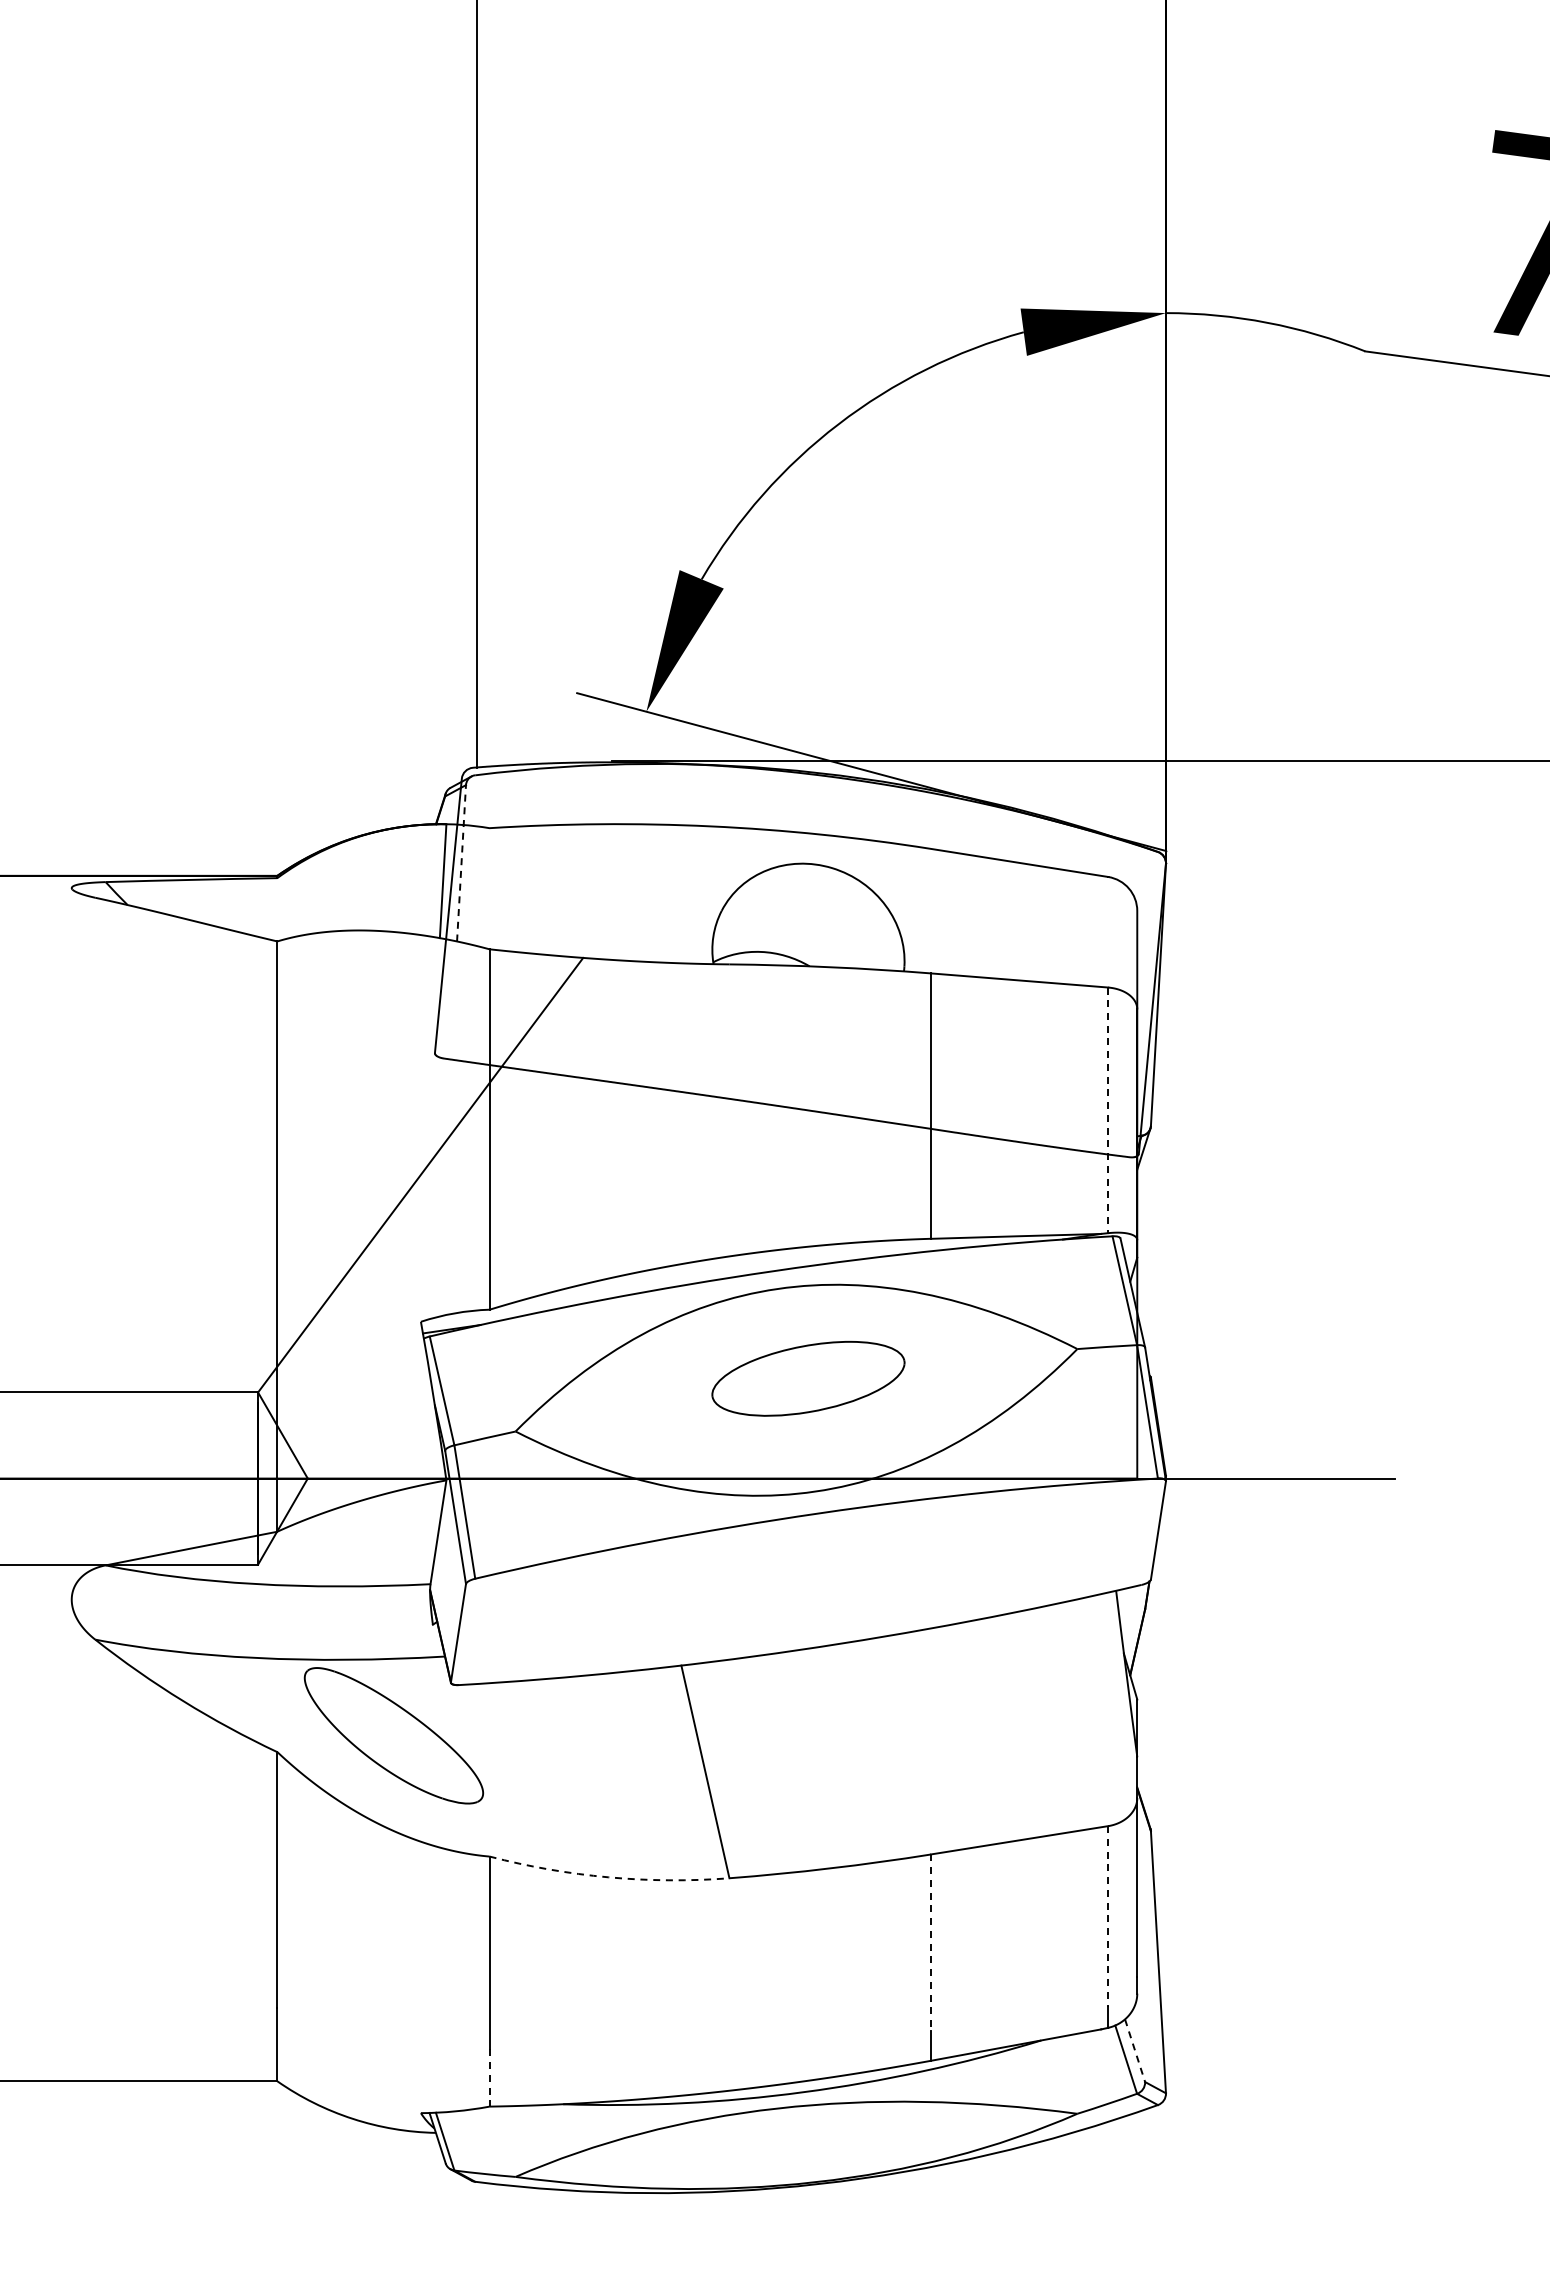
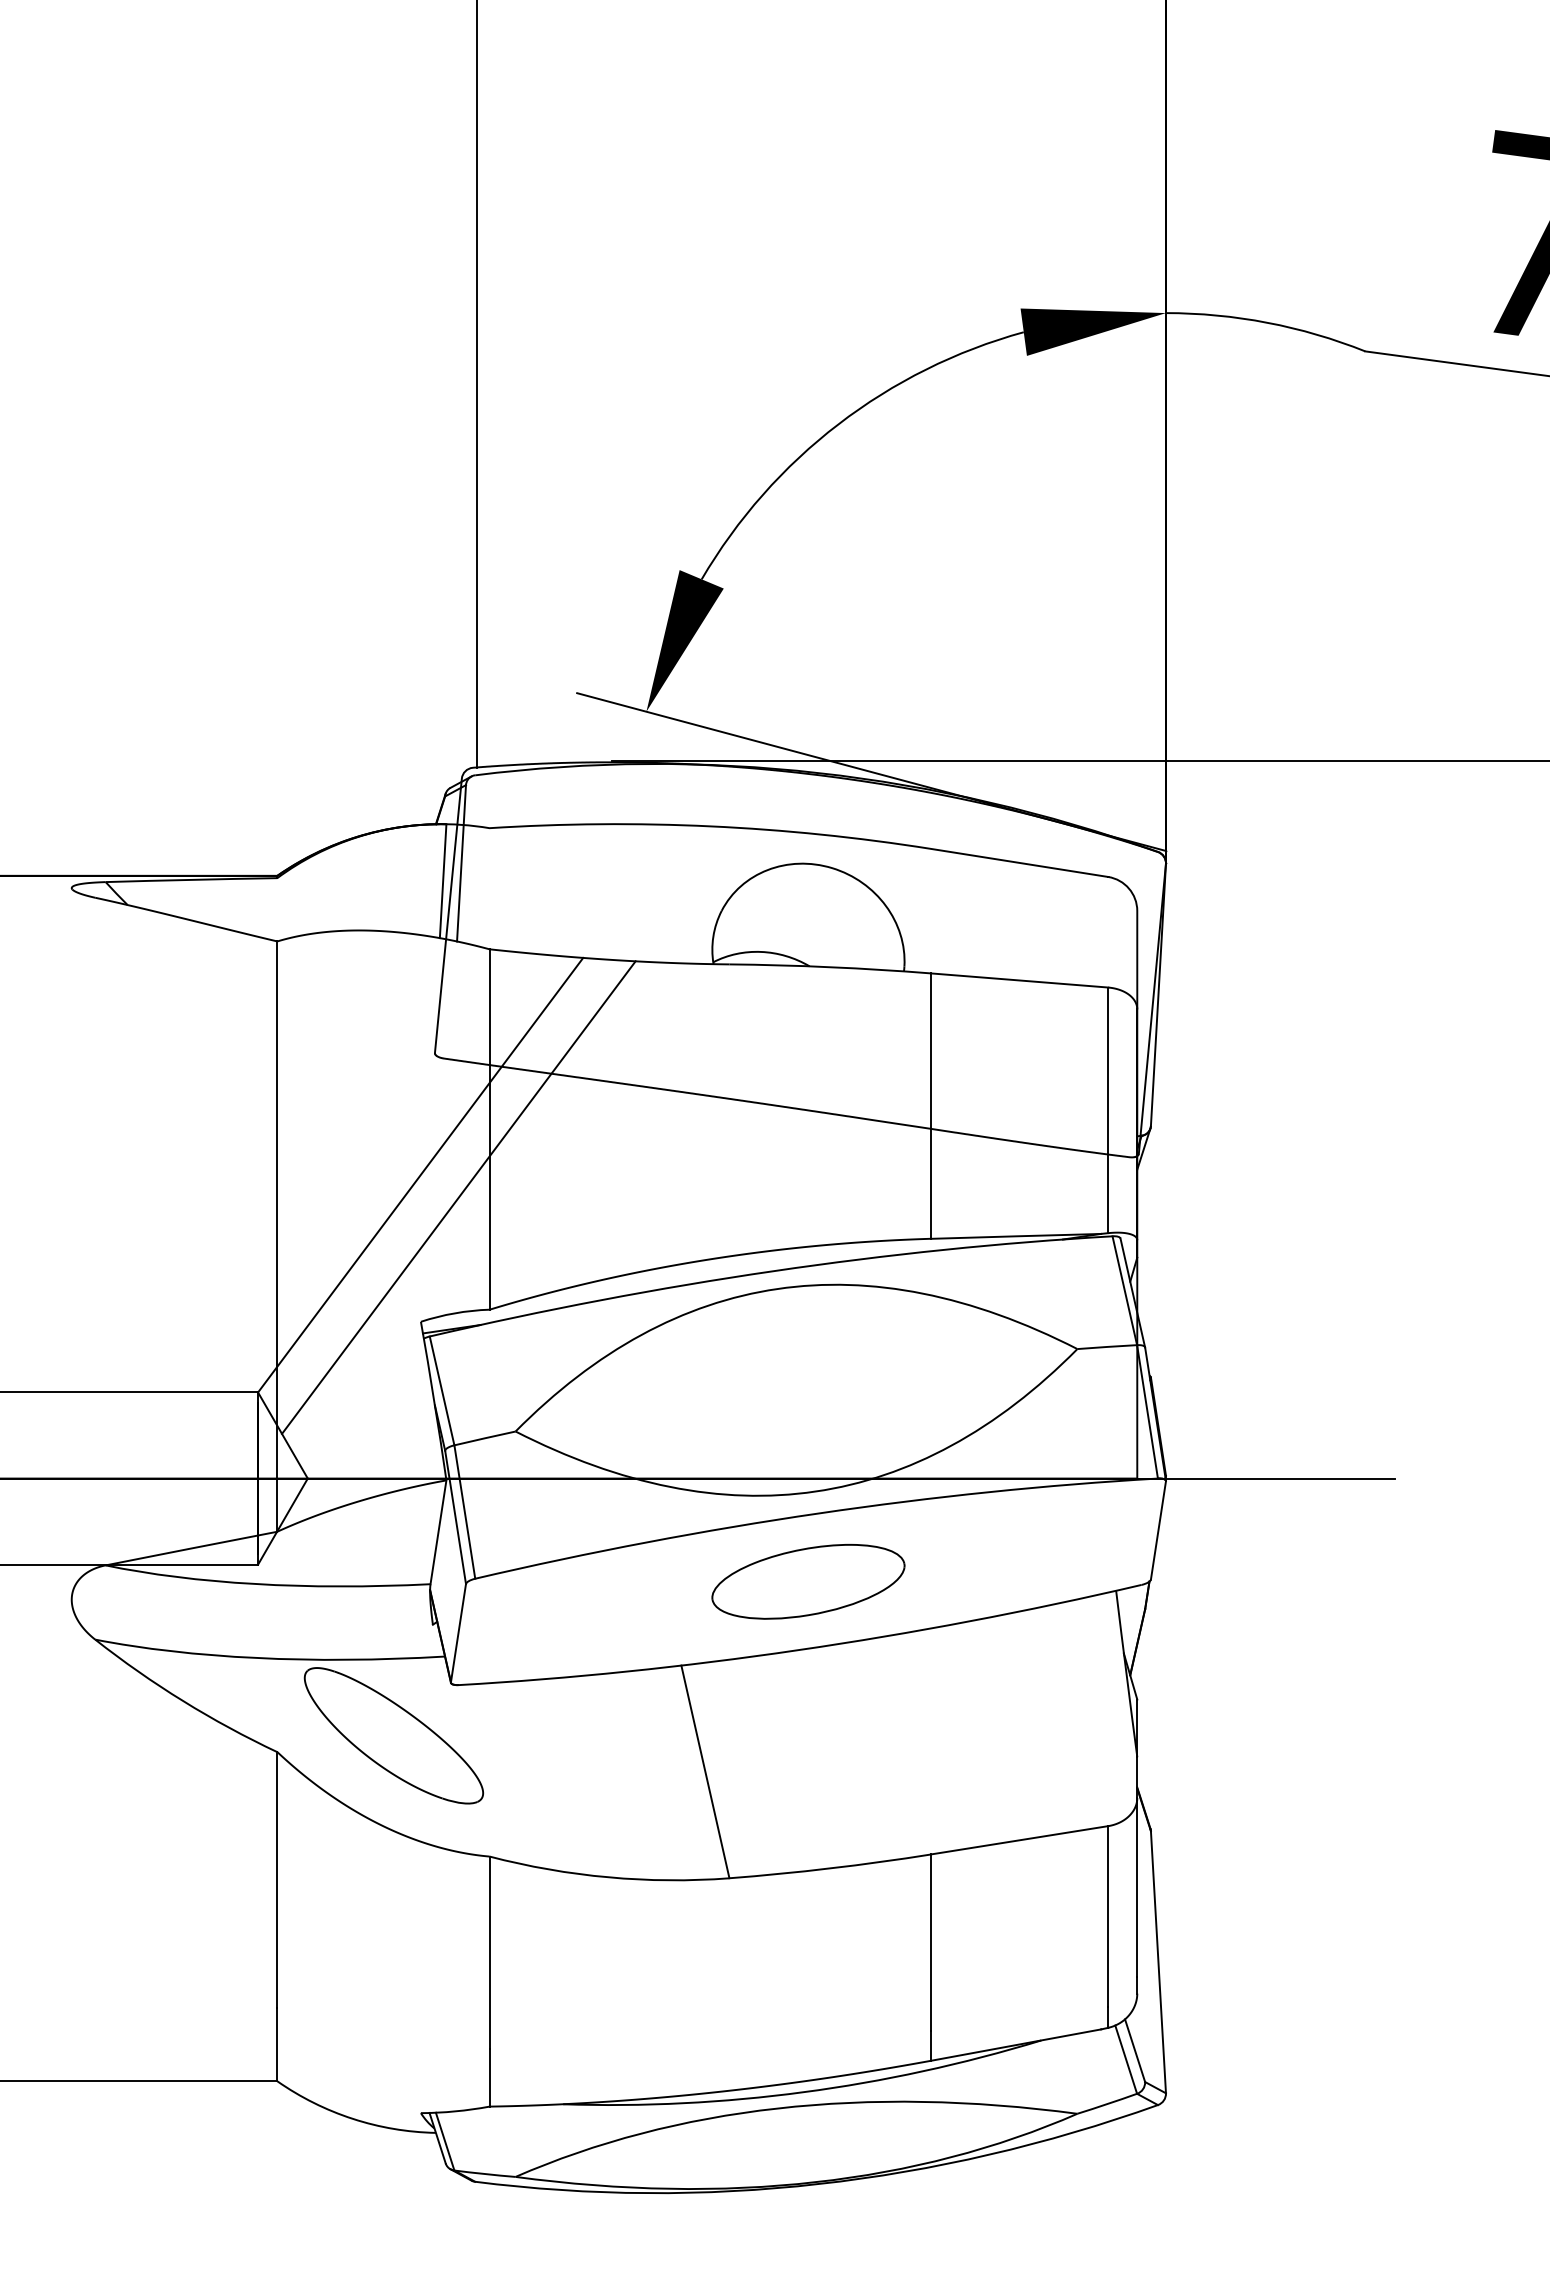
line at (461, 862): dashed -> solid
line at (1108, 1110): dashed -> solid
line at (458, 1197): none -> present
part at (808, 1378) position: (808, 1378) -> (808, 1581)
arc at (608, 1877): dashed -> solid
line at (1108, 1916): dashed -> solid
line at (931, 1943): dashed -> solid
line at (1135, 2050): dashed -> solid
line at (489, 2077): dashed -> solid
